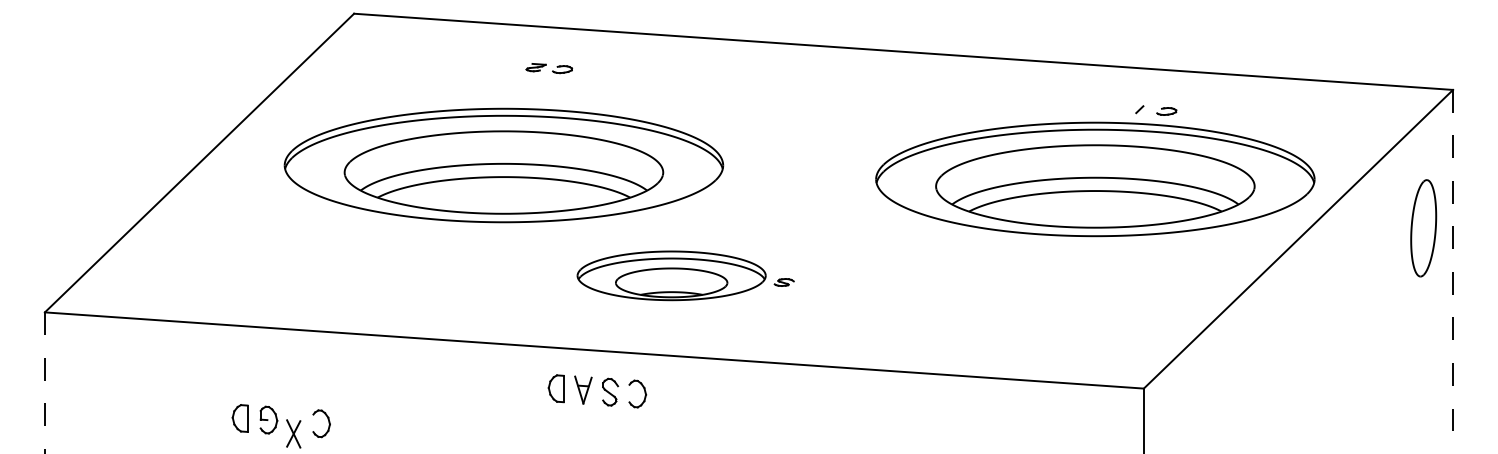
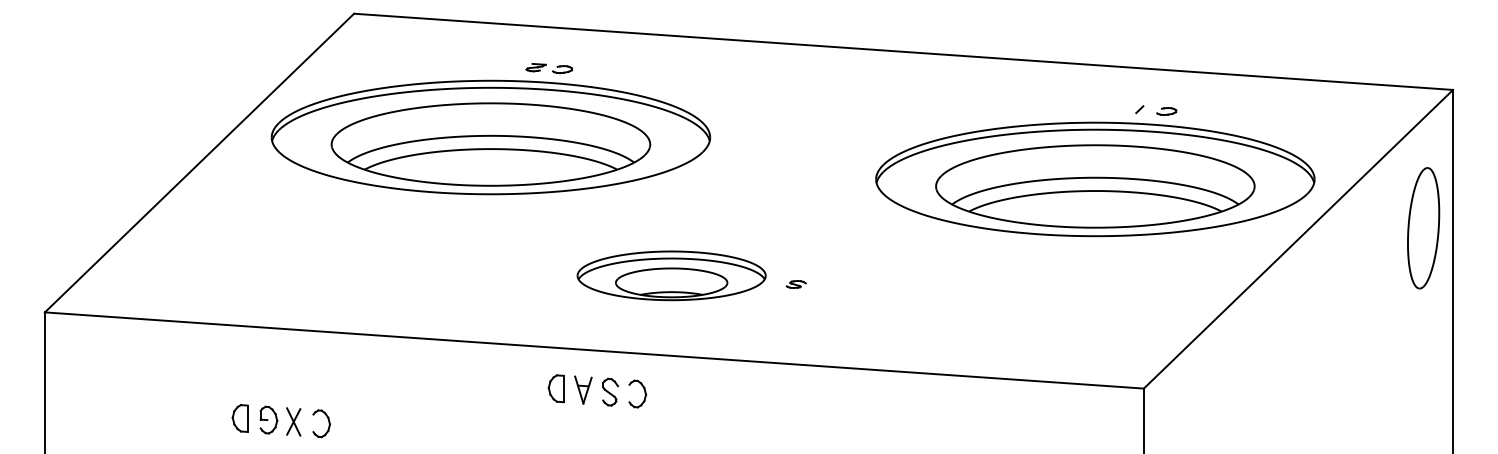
part at (503, 165) position: (503, 165) -> (490, 137)
part at (1423, 228) size: 28x99 px -> 34x123 px
line at (1453, 271): dashed -> solid
part at (783, 282) position: (783, 282) -> (795, 284)
line at (44, 383): dashed -> solid
part at (293, 433) position: (293, 433) -> (293, 421)
